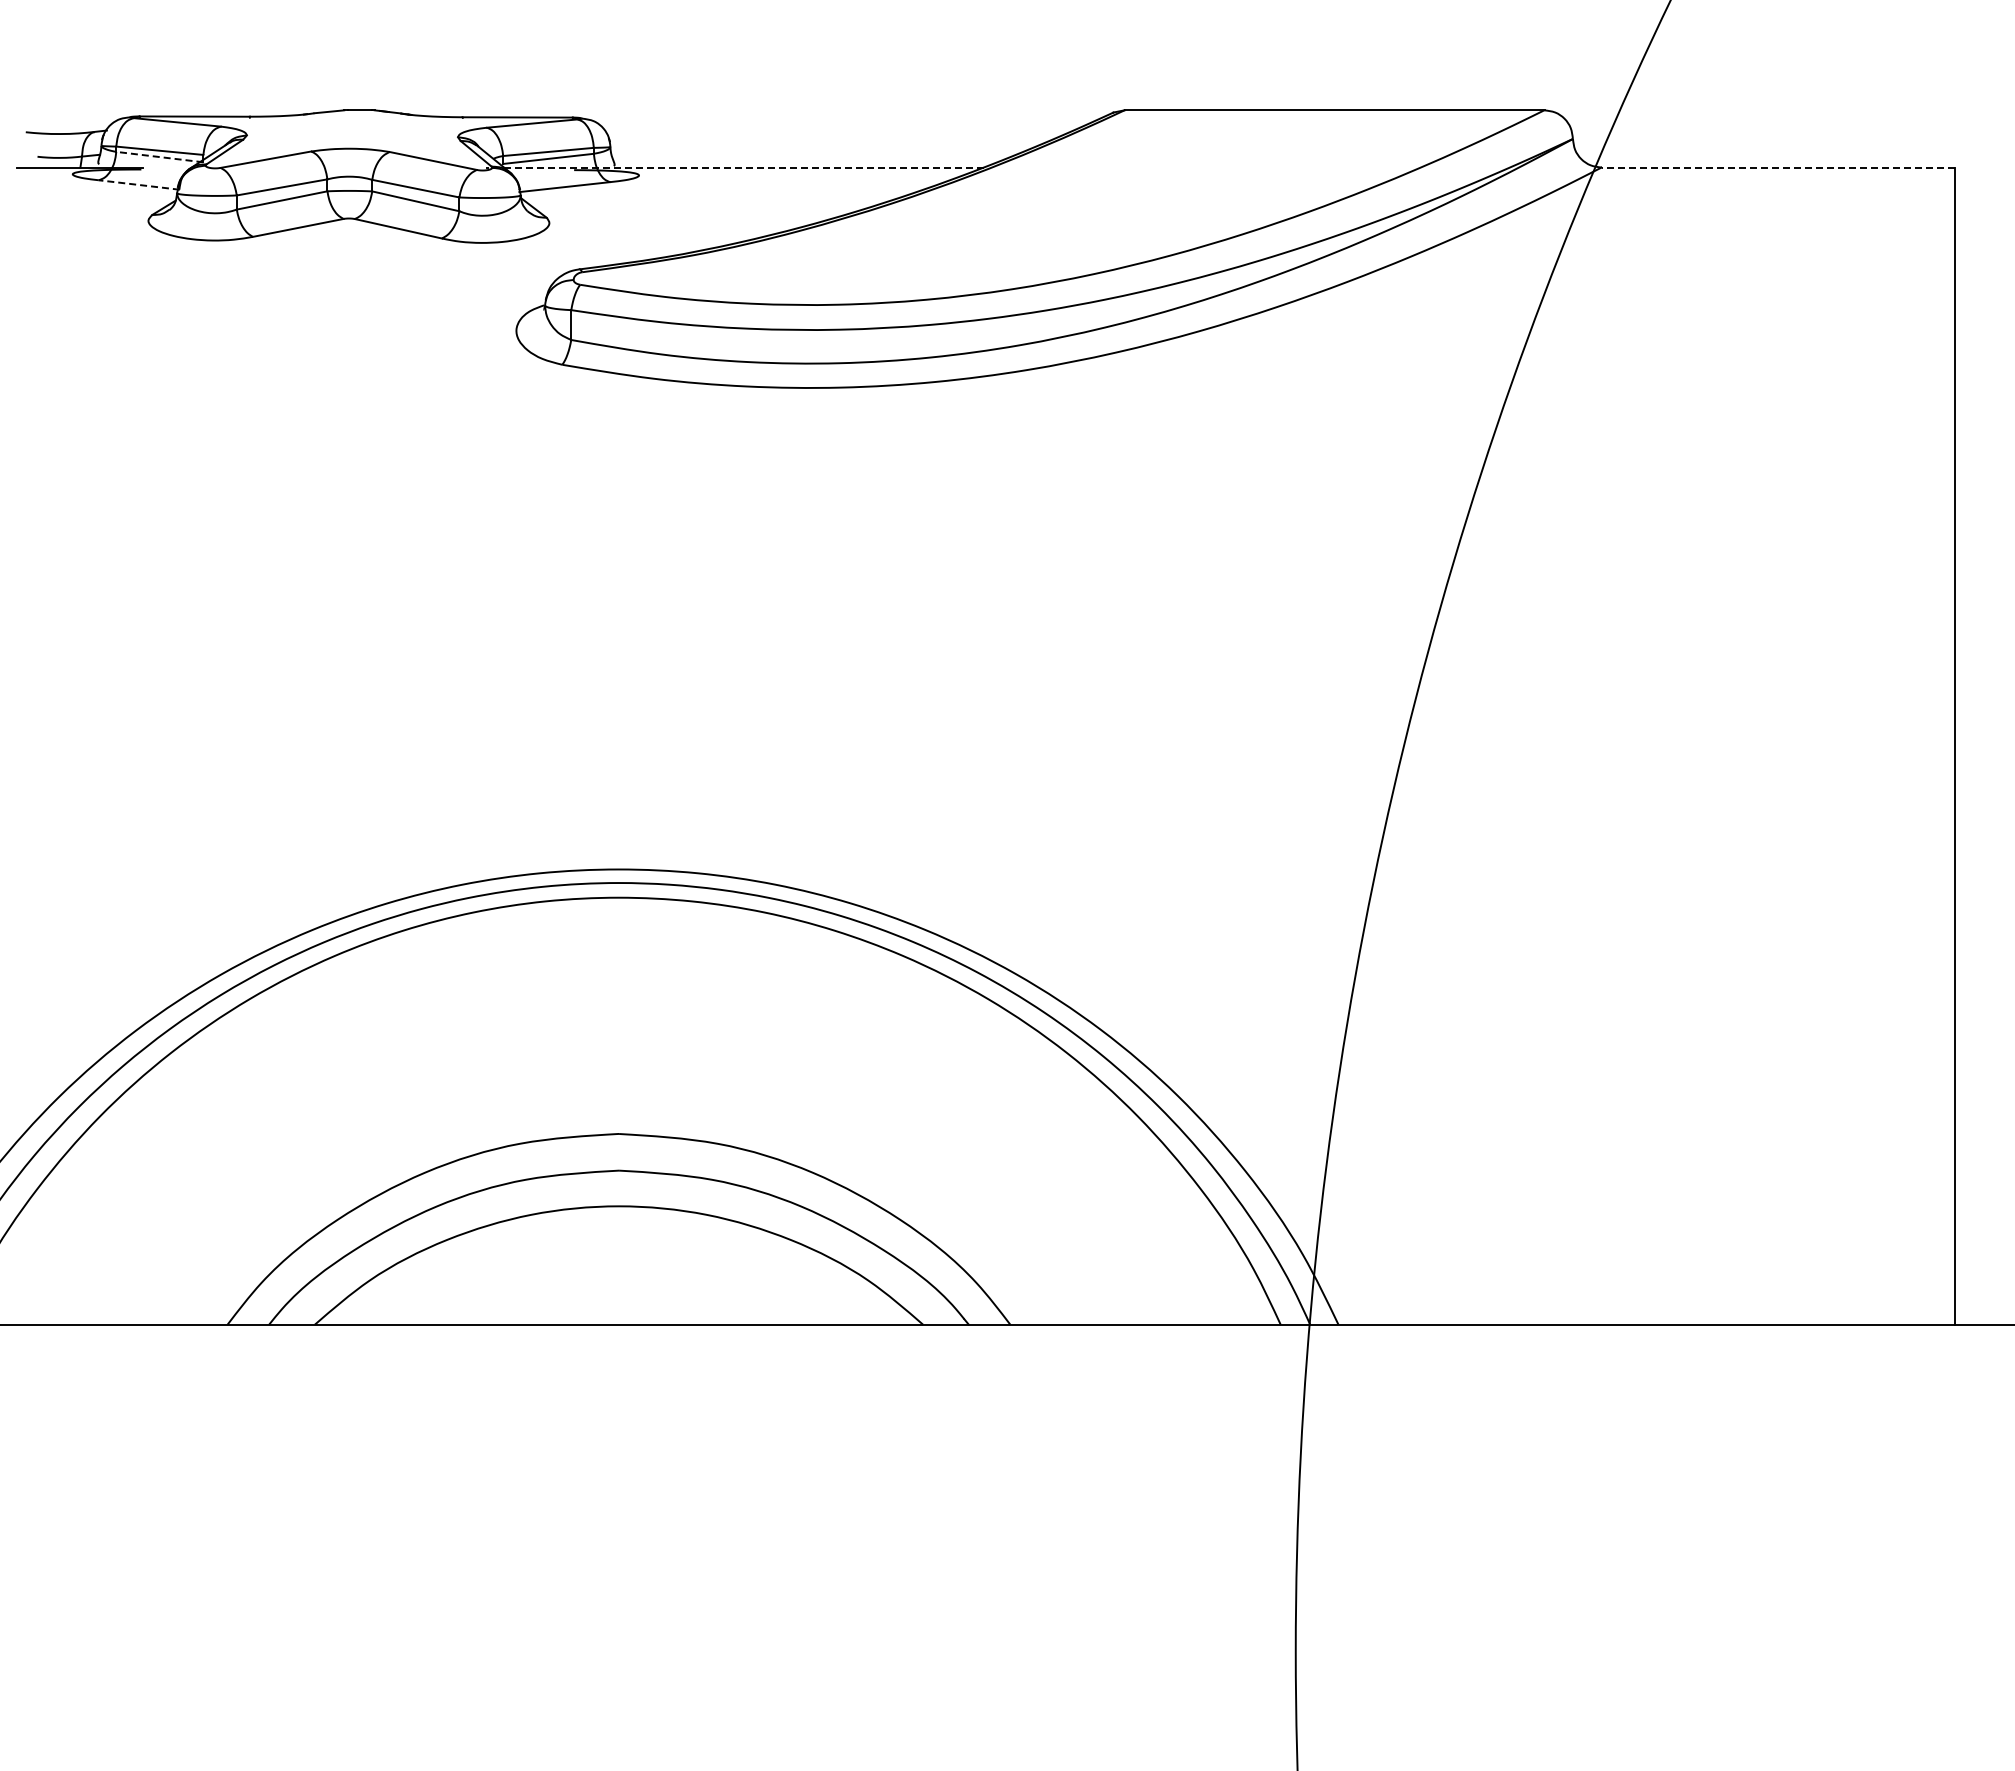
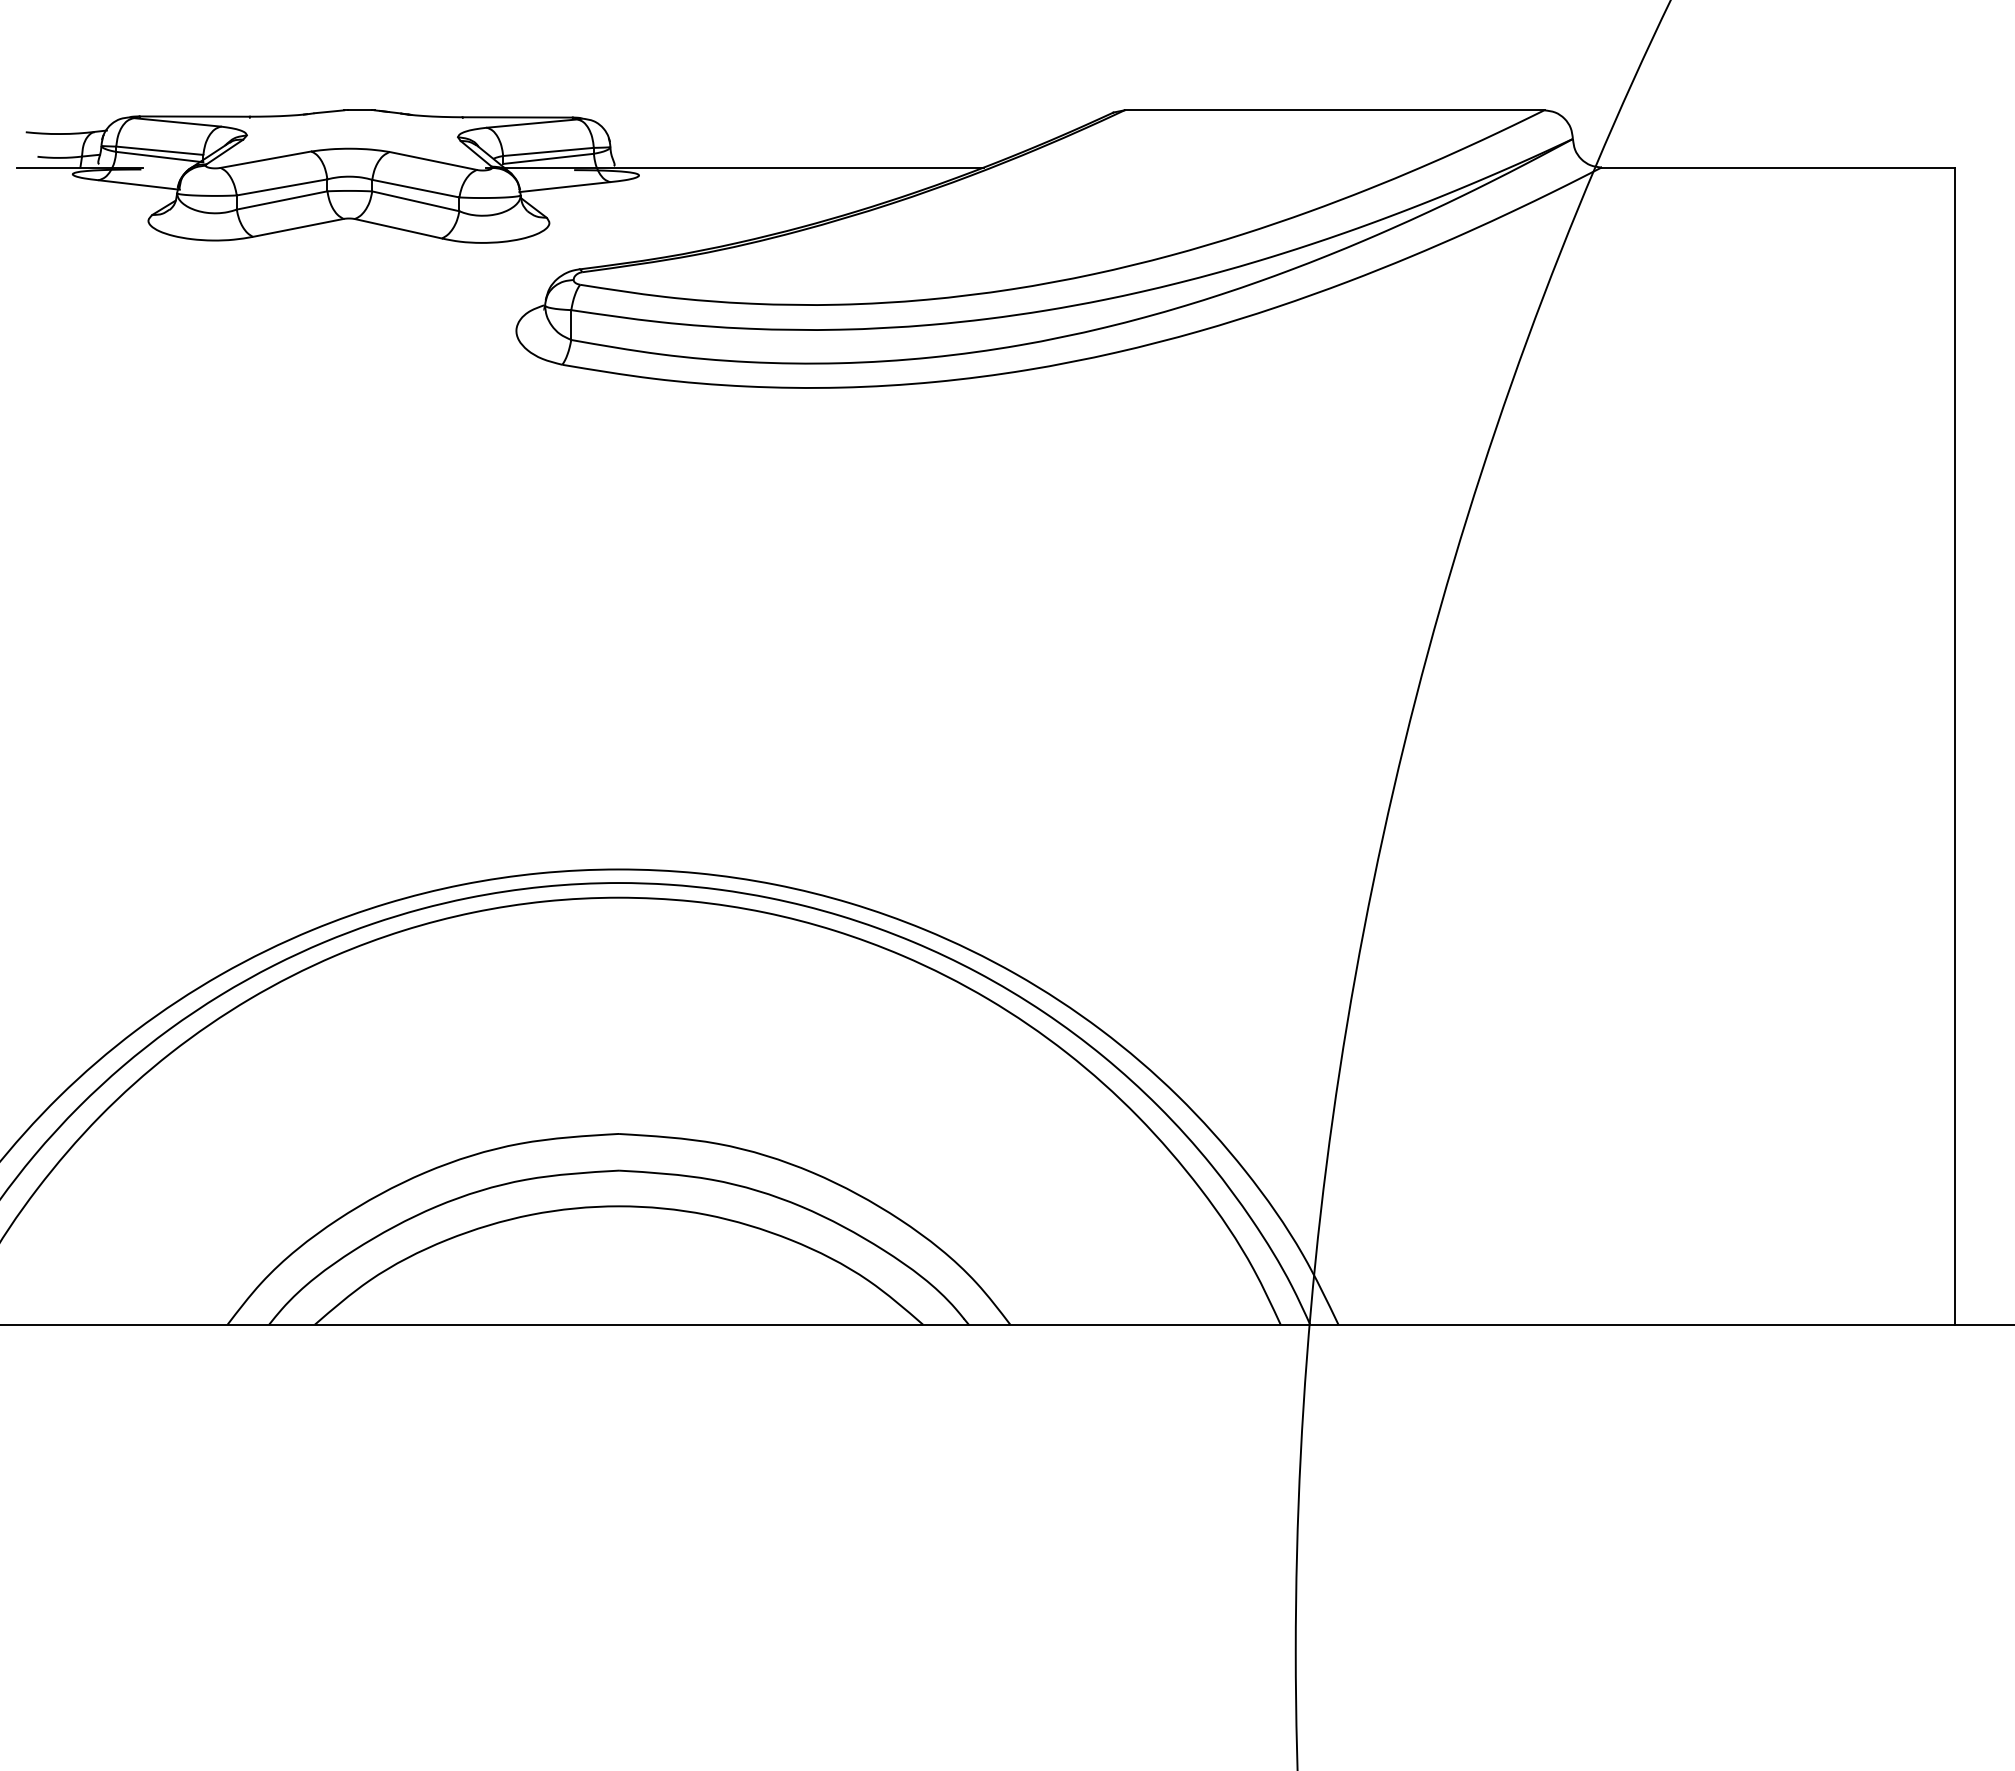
line at (159, 157): dashed -> solid
line at (735, 167): dashed -> solid
line at (1777, 167): dashed -> solid
line at (139, 185): dashed -> solid
